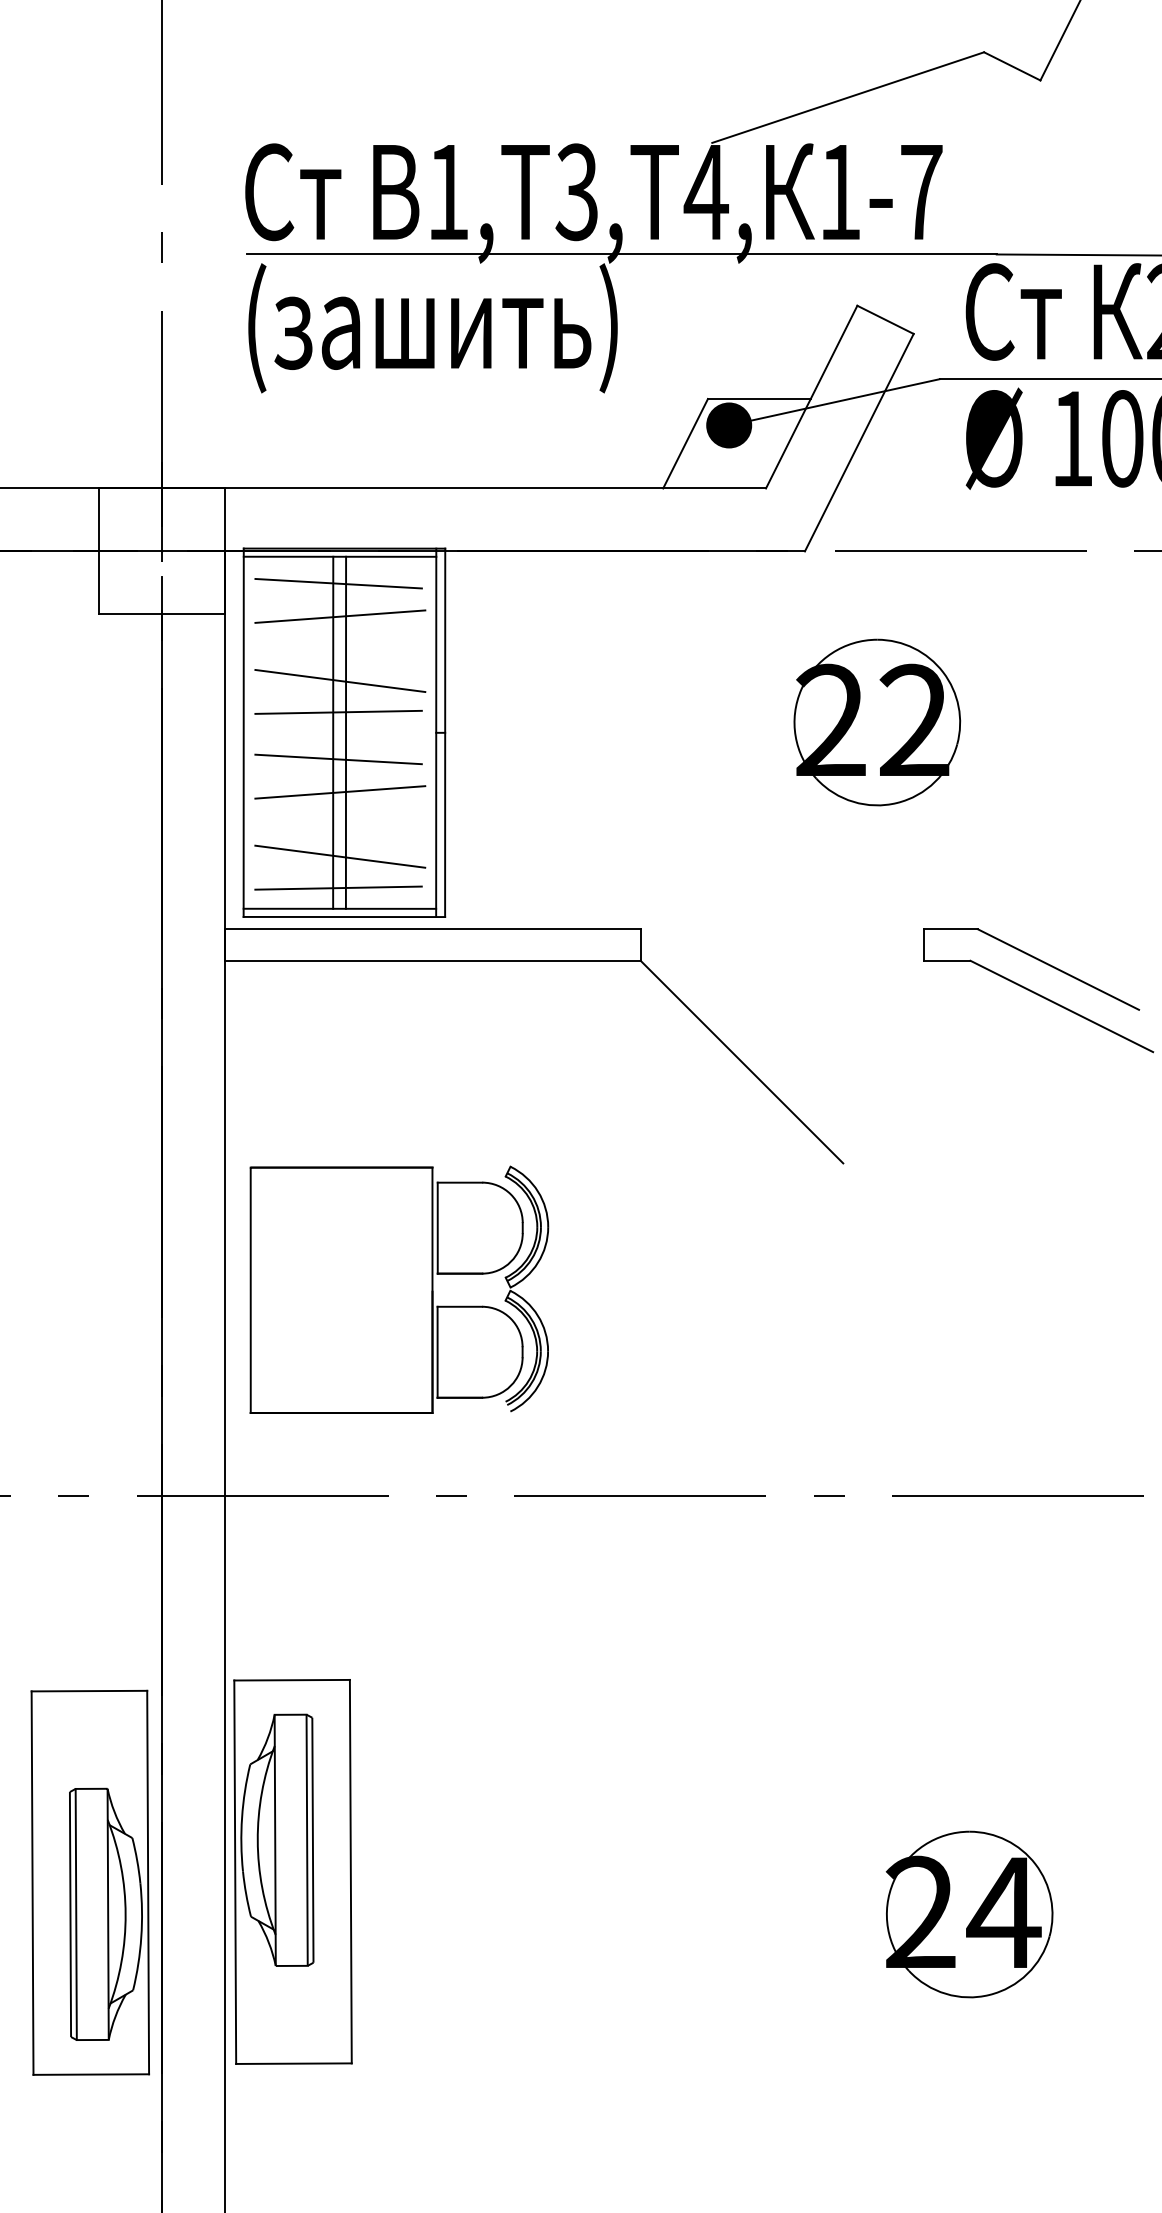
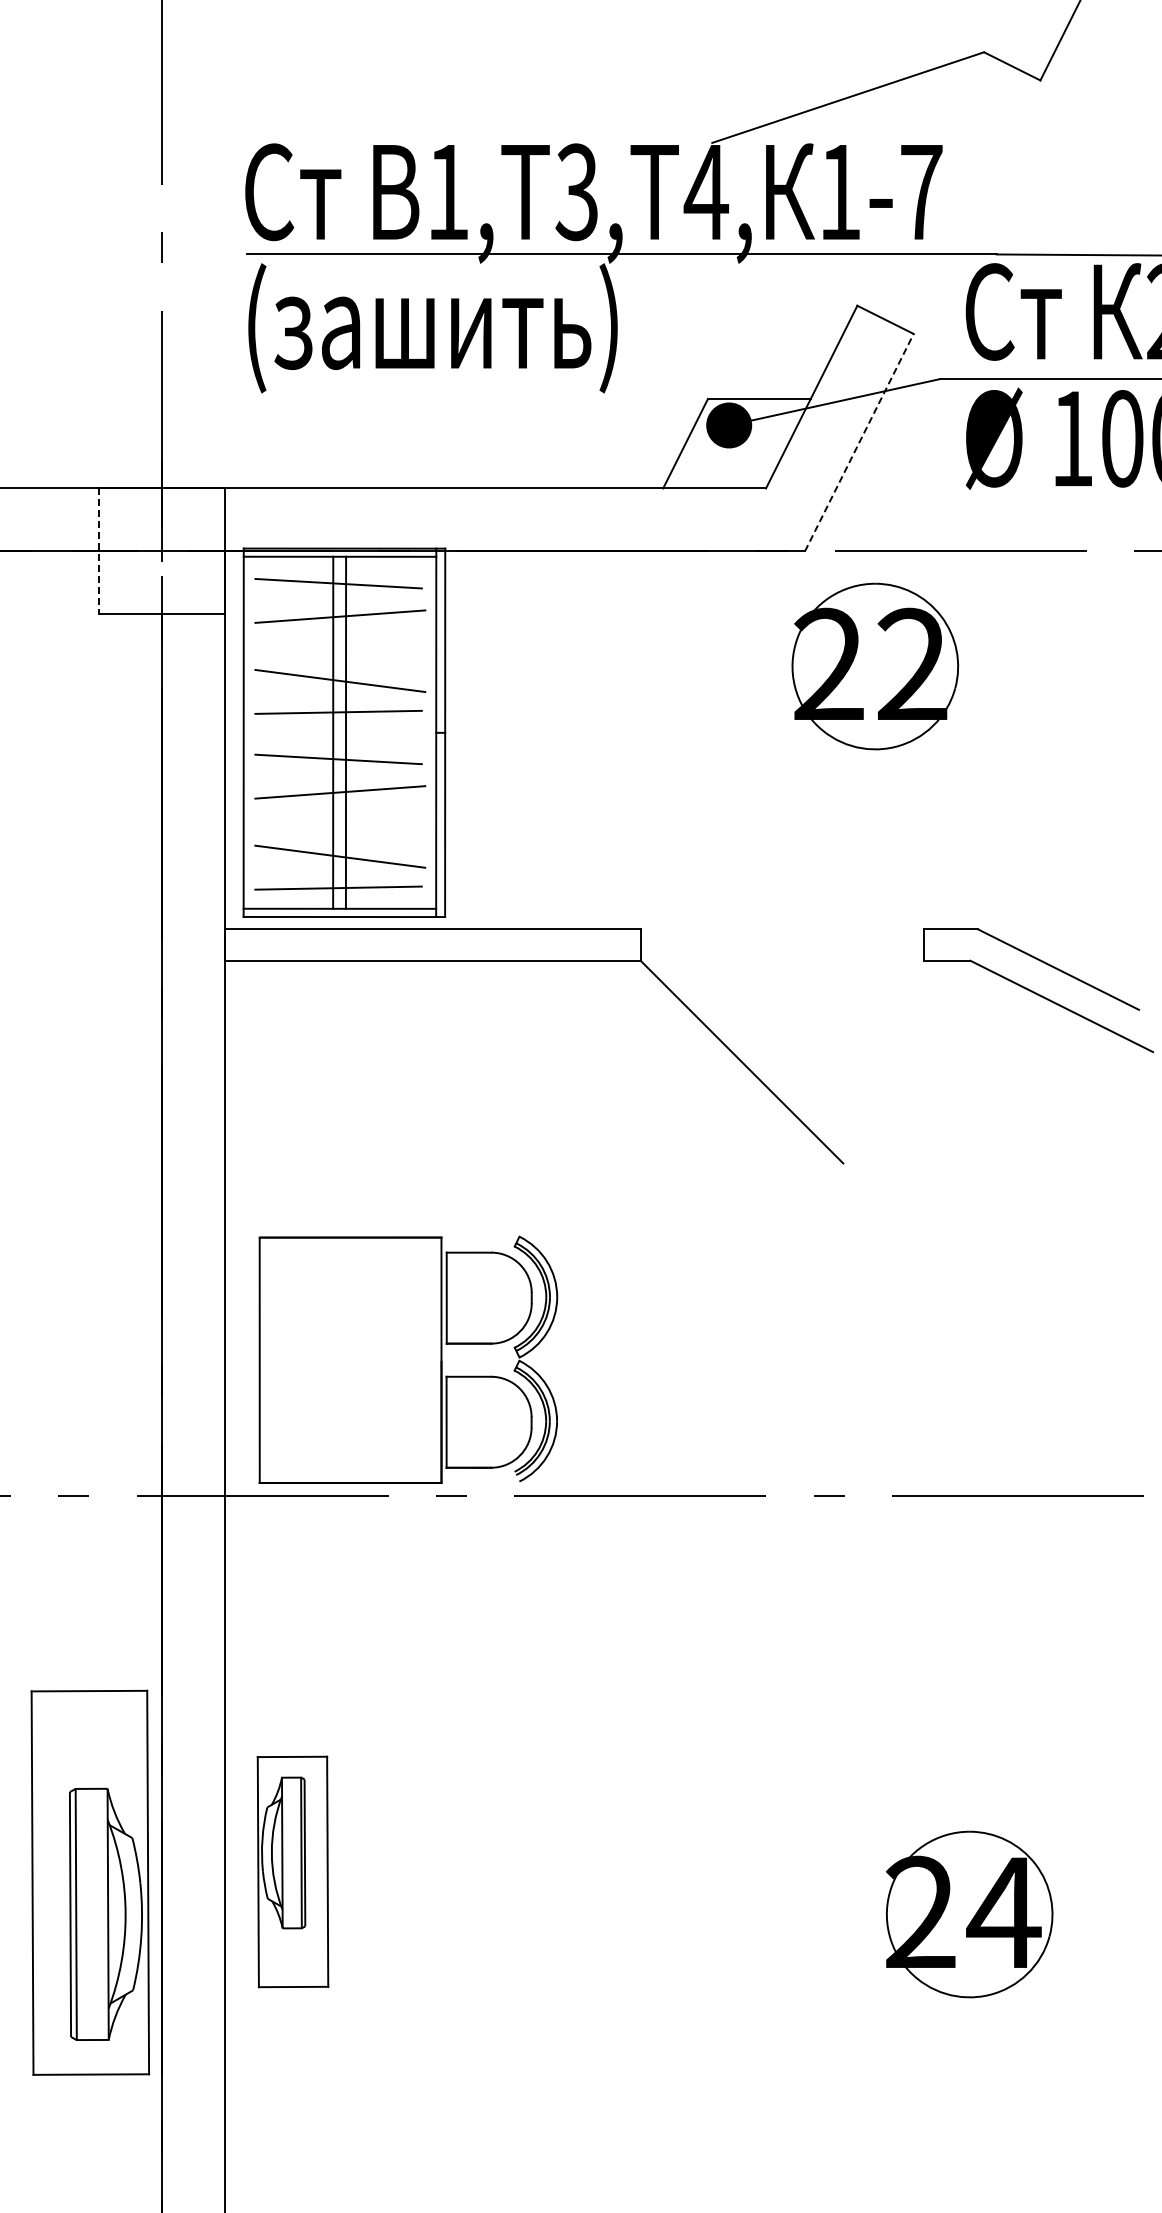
line at (859, 442): solid -> dashed
line at (99, 551): solid -> dashed
part at (877, 722) position: (877, 722) -> (875, 666)
part at (399, 1289) position: (399, 1289) -> (408, 1359)
part at (292, 1871) size: 120x386 px -> 74x234 px
